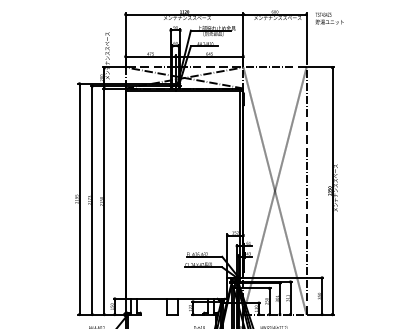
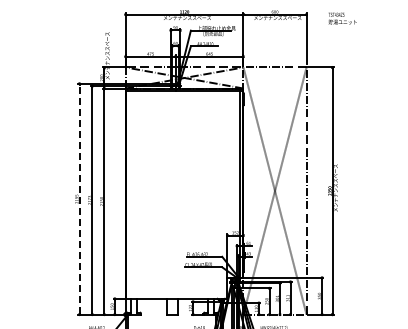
text at (329, 18) position: (329, 18) -> (342, 18)
line at (79, 198): solid -> dashed
